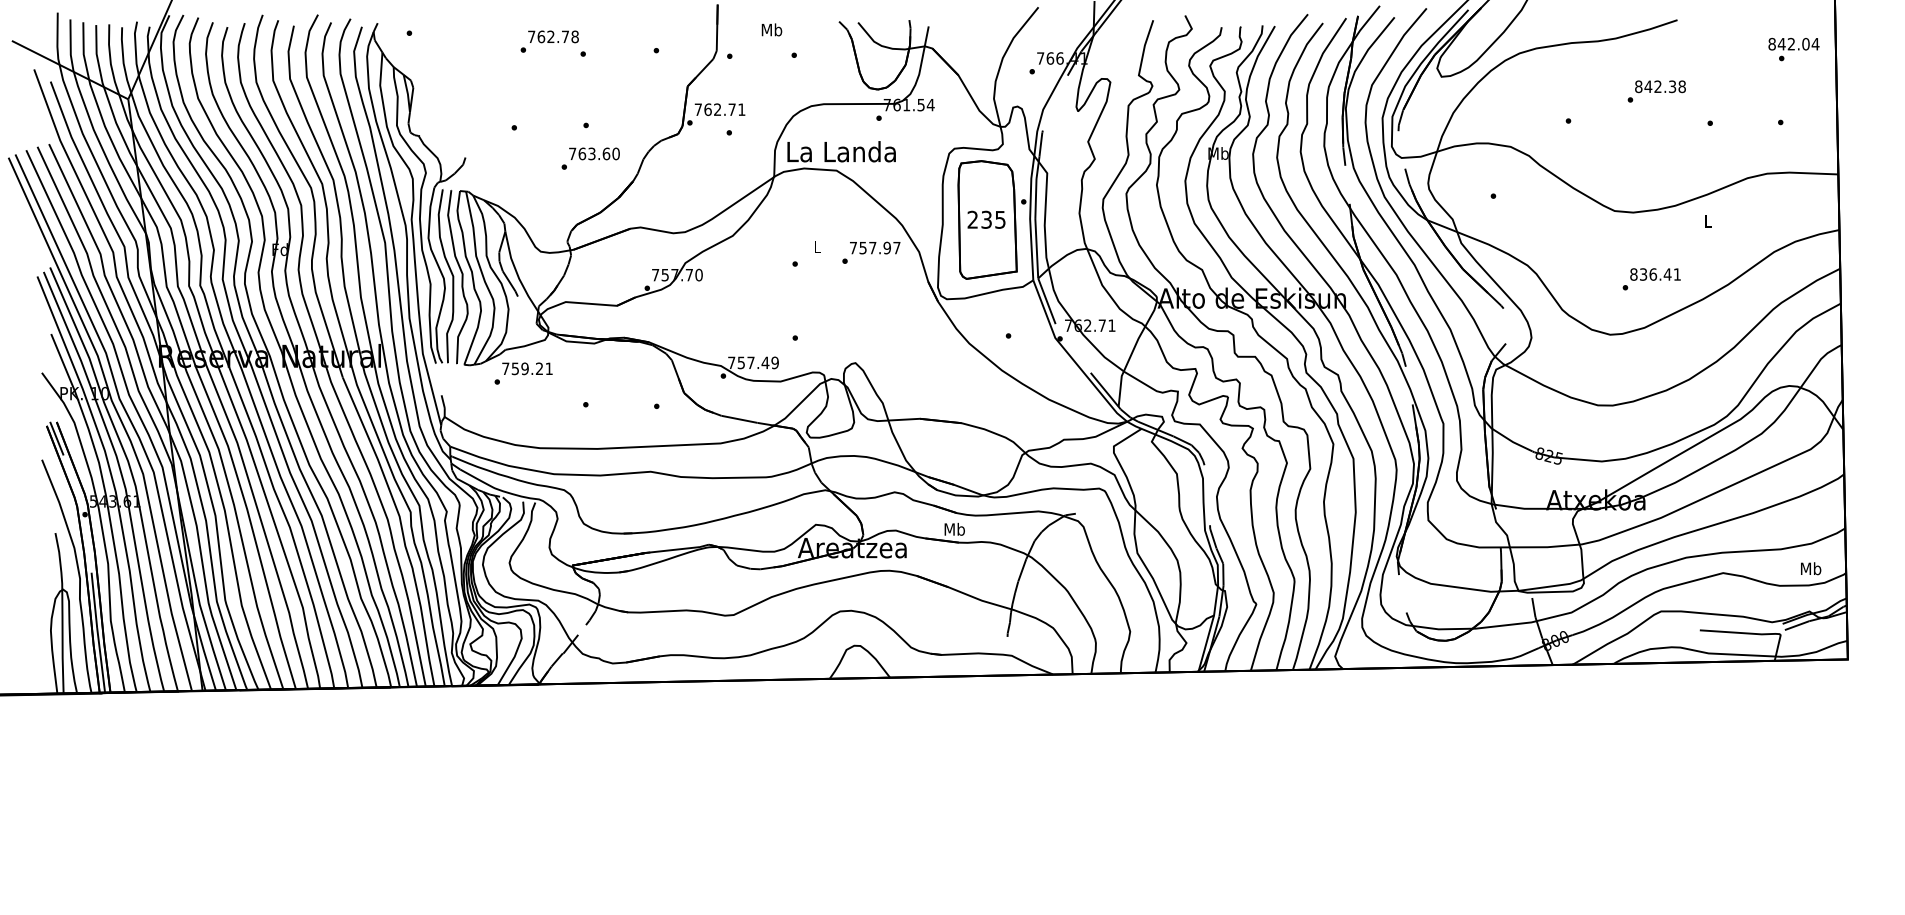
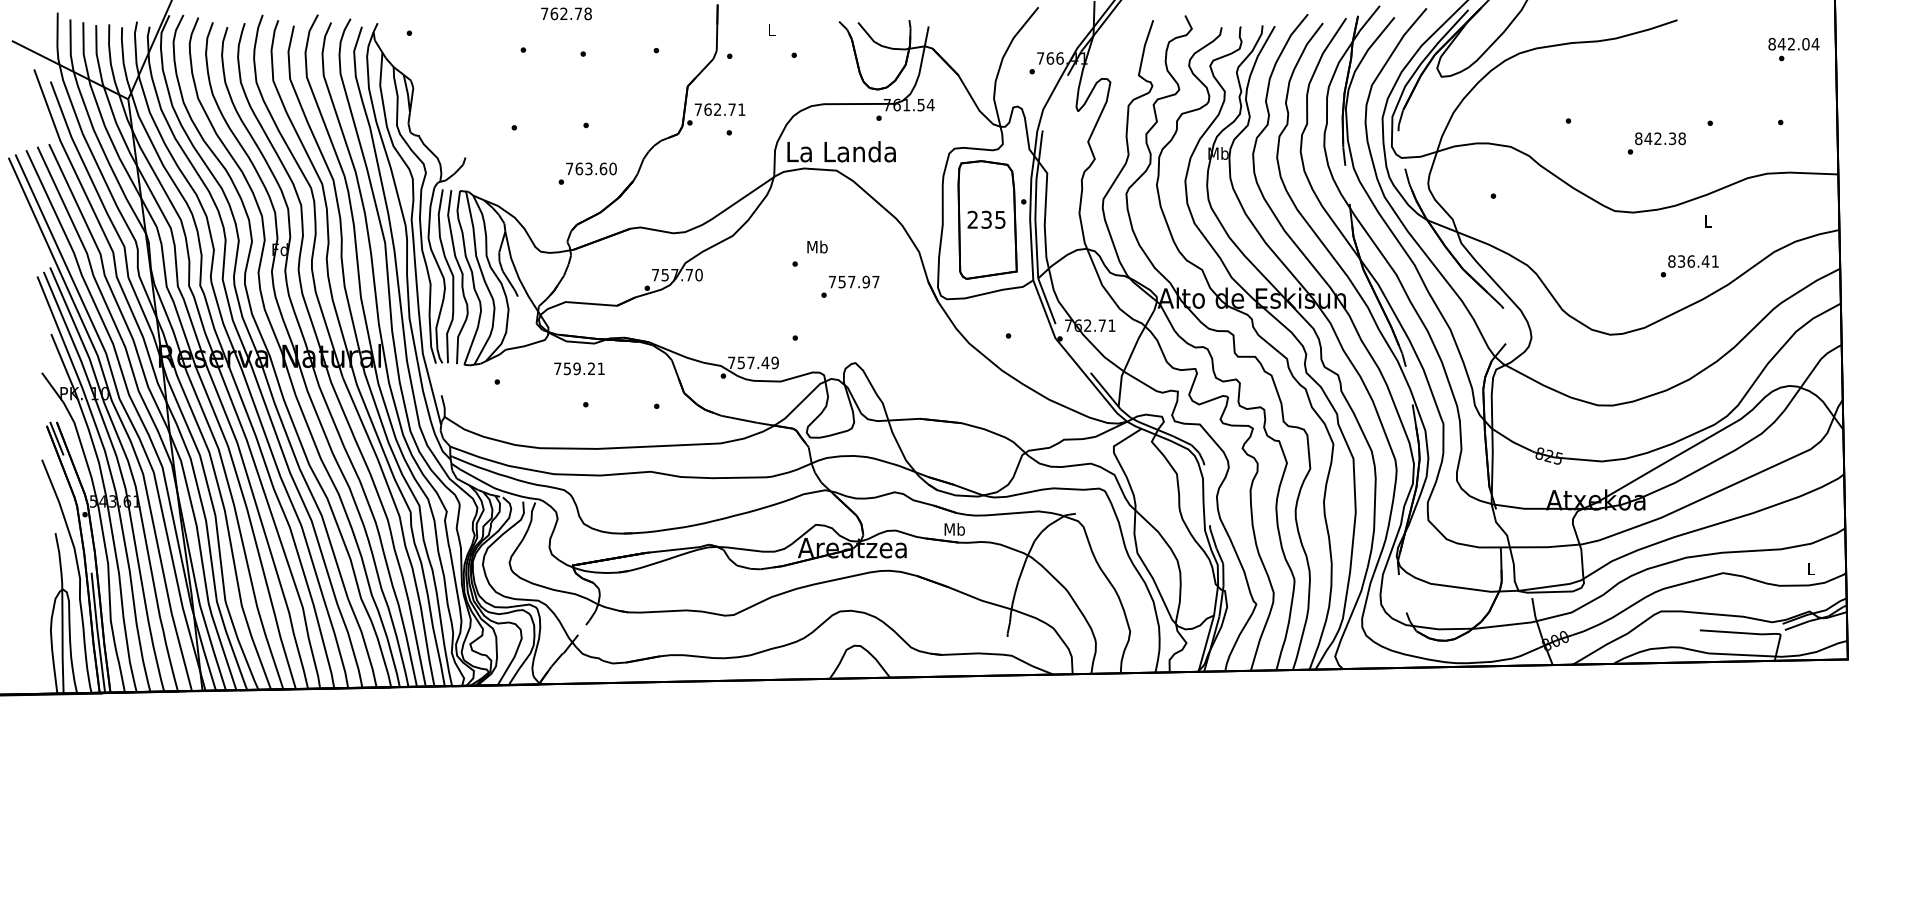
text at (771, 29): Mb -> L
text at (553, 36) position: (553, 36) -> (566, 13)
text at (1656, 91) position: (1656, 91) -> (1656, 143)
text at (590, 158) position: (590, 158) -> (587, 173)
text at (817, 246): L -> Mb
text at (871, 252) position: (871, 252) -> (850, 286)
text at (1651, 279) position: (1651, 279) -> (1689, 266)
text at (527, 368) position: (527, 368) -> (579, 368)
text at (1811, 568): Mb -> L
